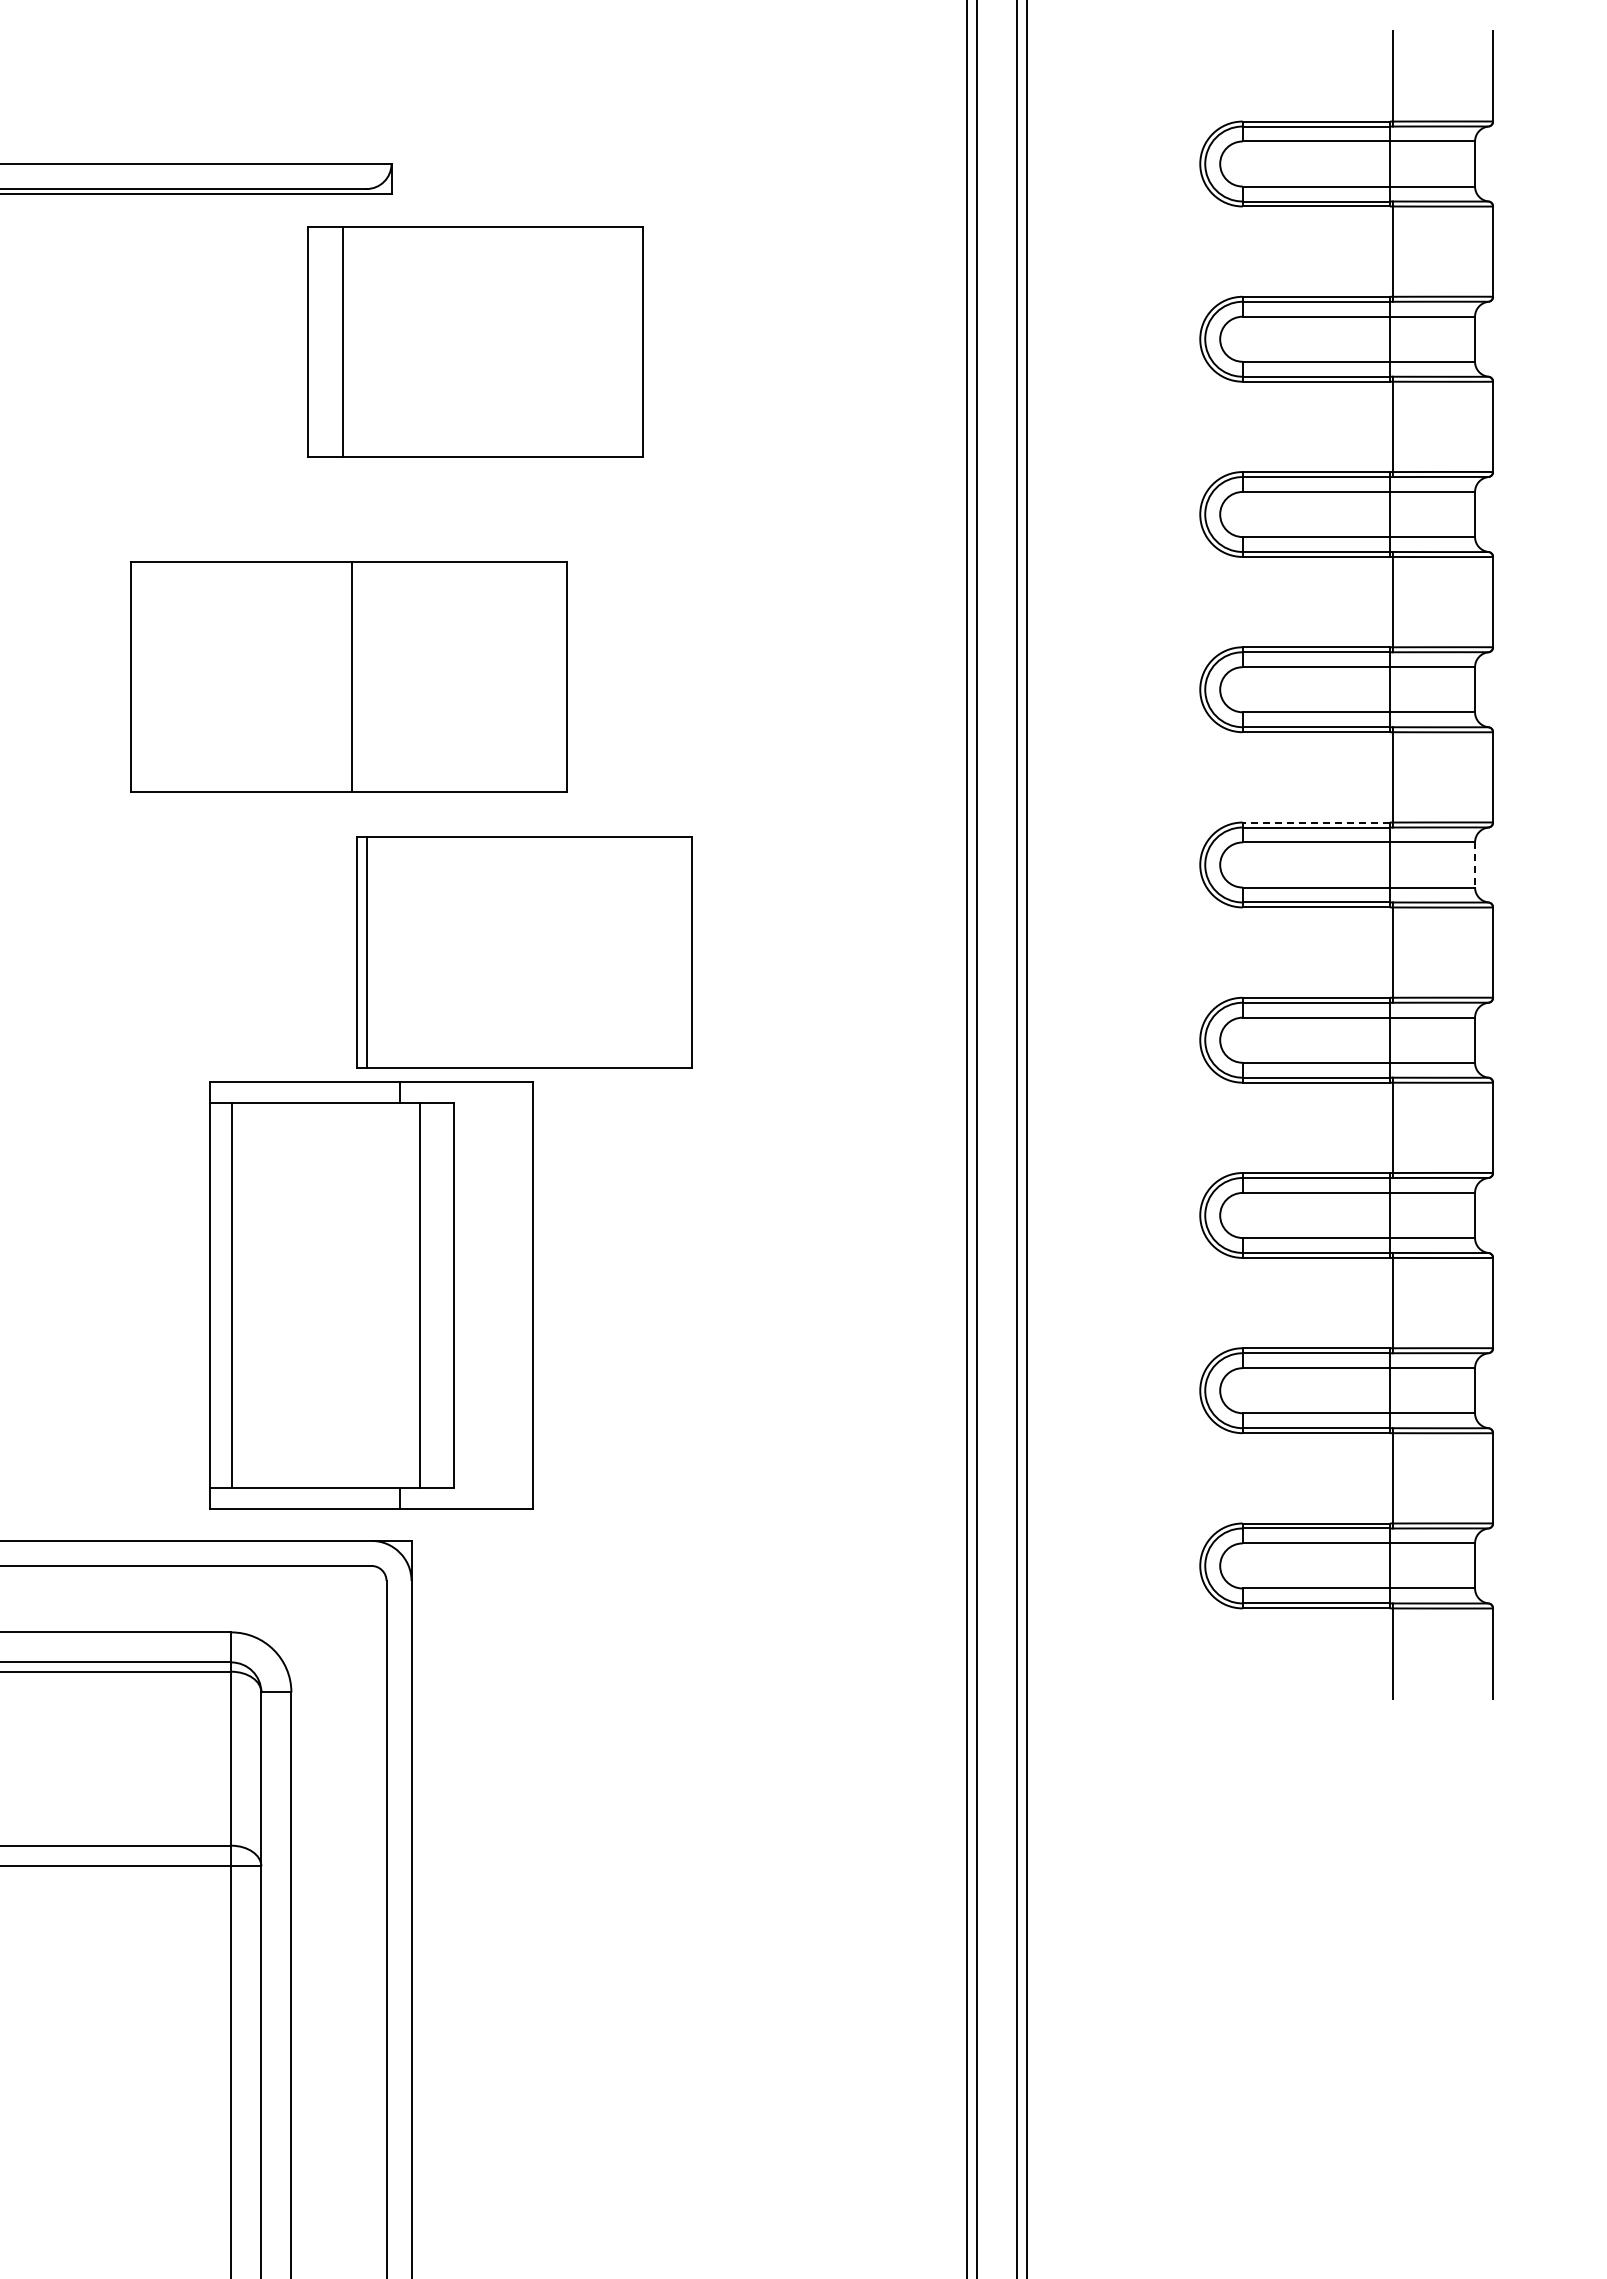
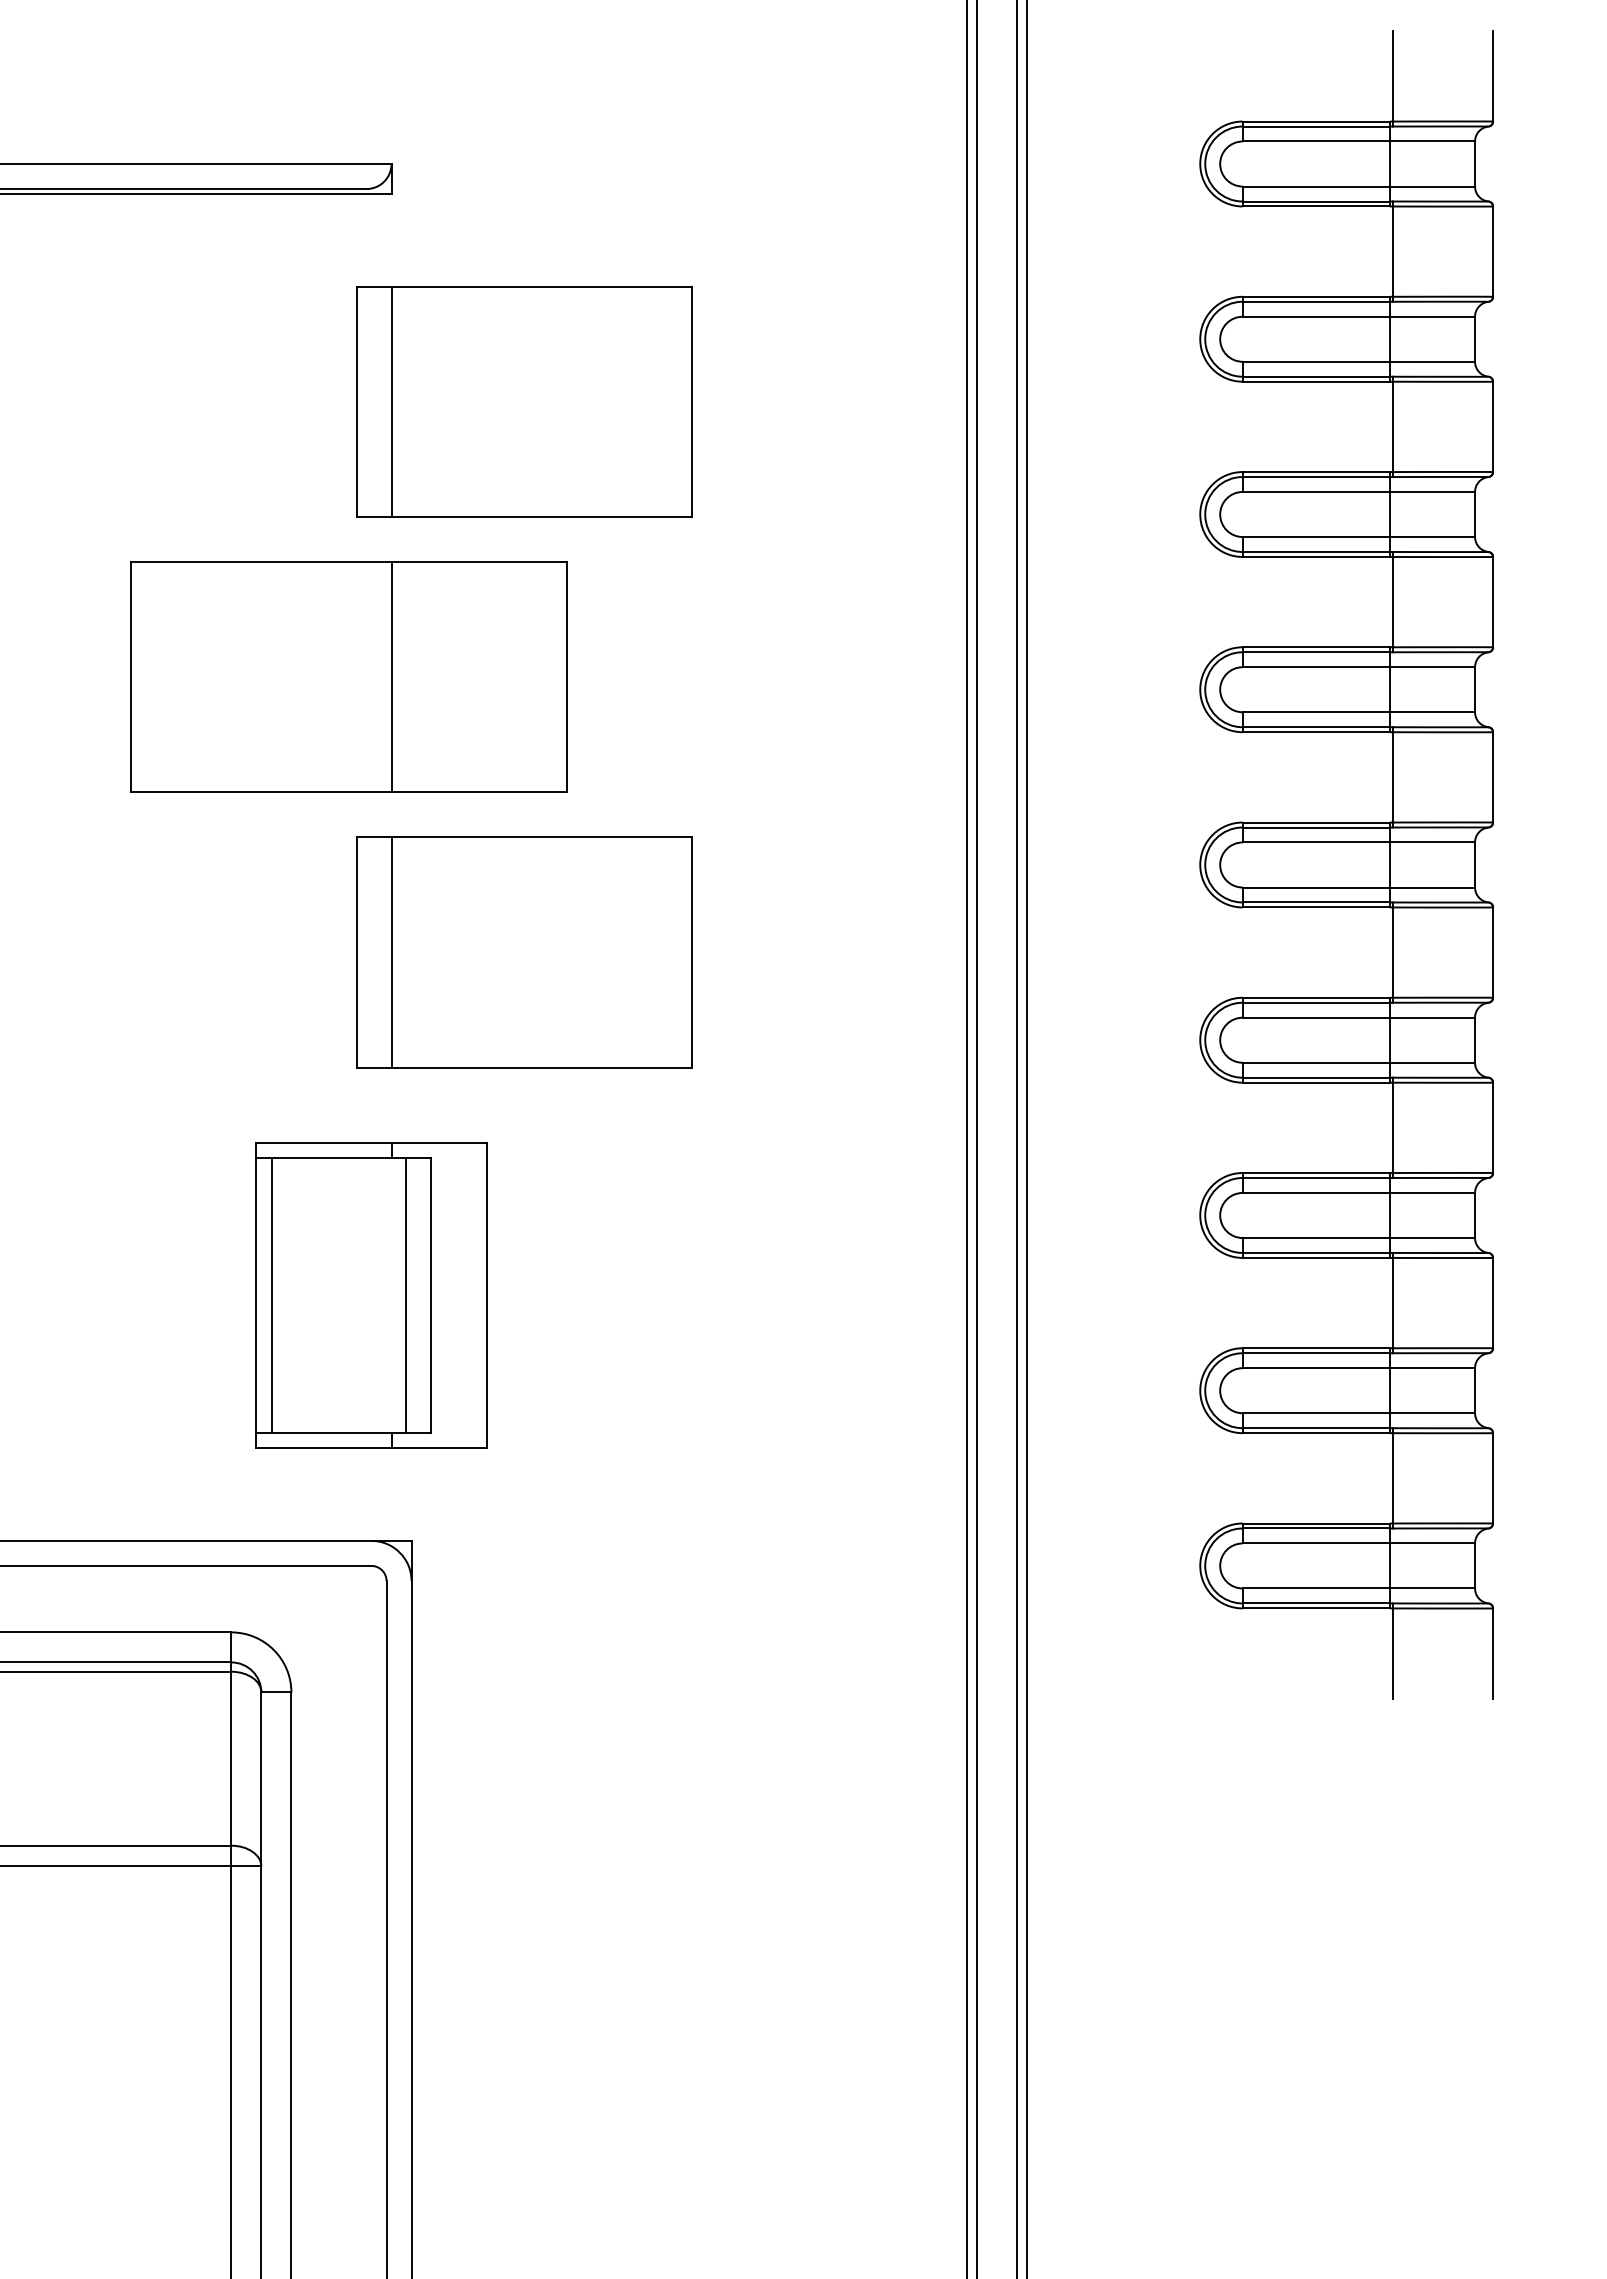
part at (475, 341) position: (475, 341) -> (524, 401)
line at (351, 677) position: (351, 677) -> (391, 677)
line at (1316, 822): dashed -> solid
line at (1475, 864): dashed -> solid
line at (366, 952) position: (366, 952) -> (391, 952)
part at (371, 1295) size: 325x429 px -> 233x307 px
